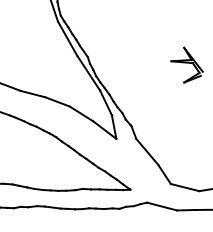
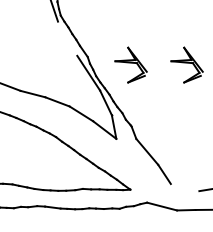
line at (67, 38): present -> none
part at (130, 64): none -> present
line at (184, 187): present -> none
